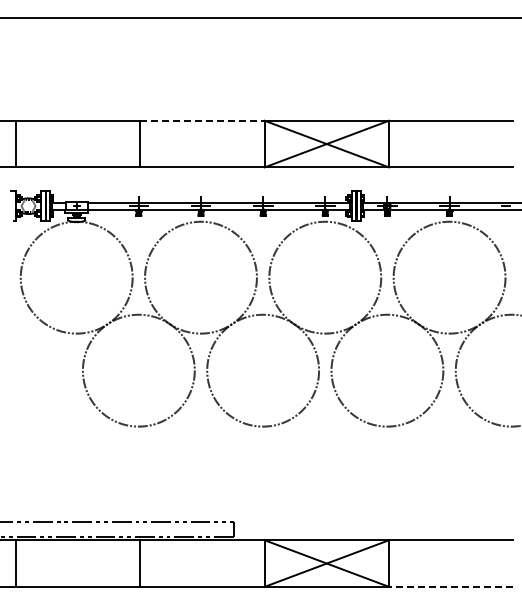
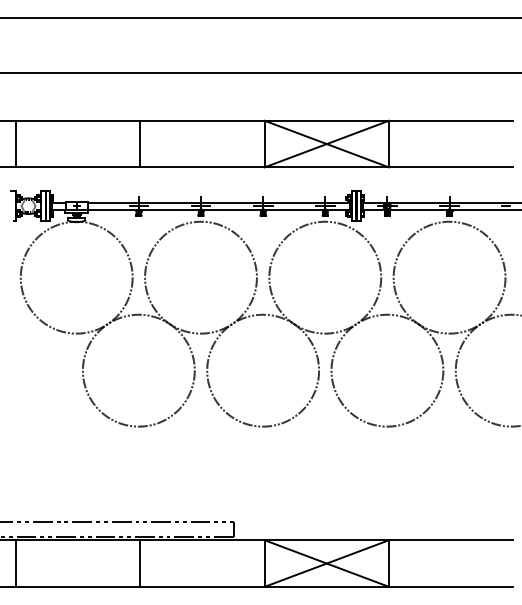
line at (260, 72): none -> present
line at (203, 120): dashed -> solid
line at (450, 586): dashed -> solid
